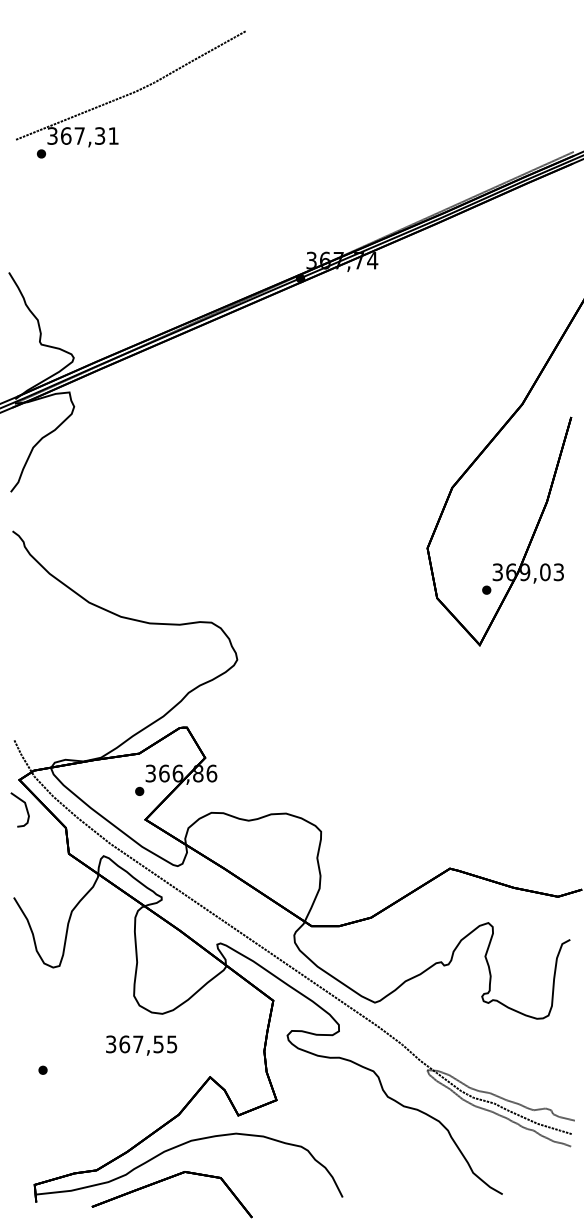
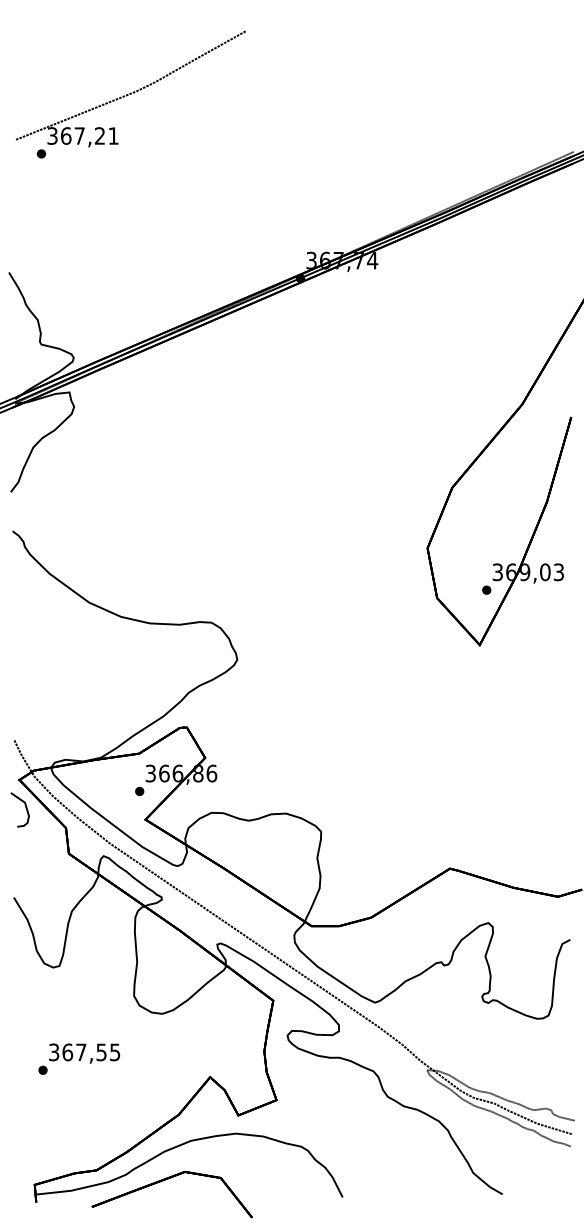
text at (100, 135): 367,31 -> 367,21
text at (141, 1045) position: (141, 1045) -> (84, 1053)
